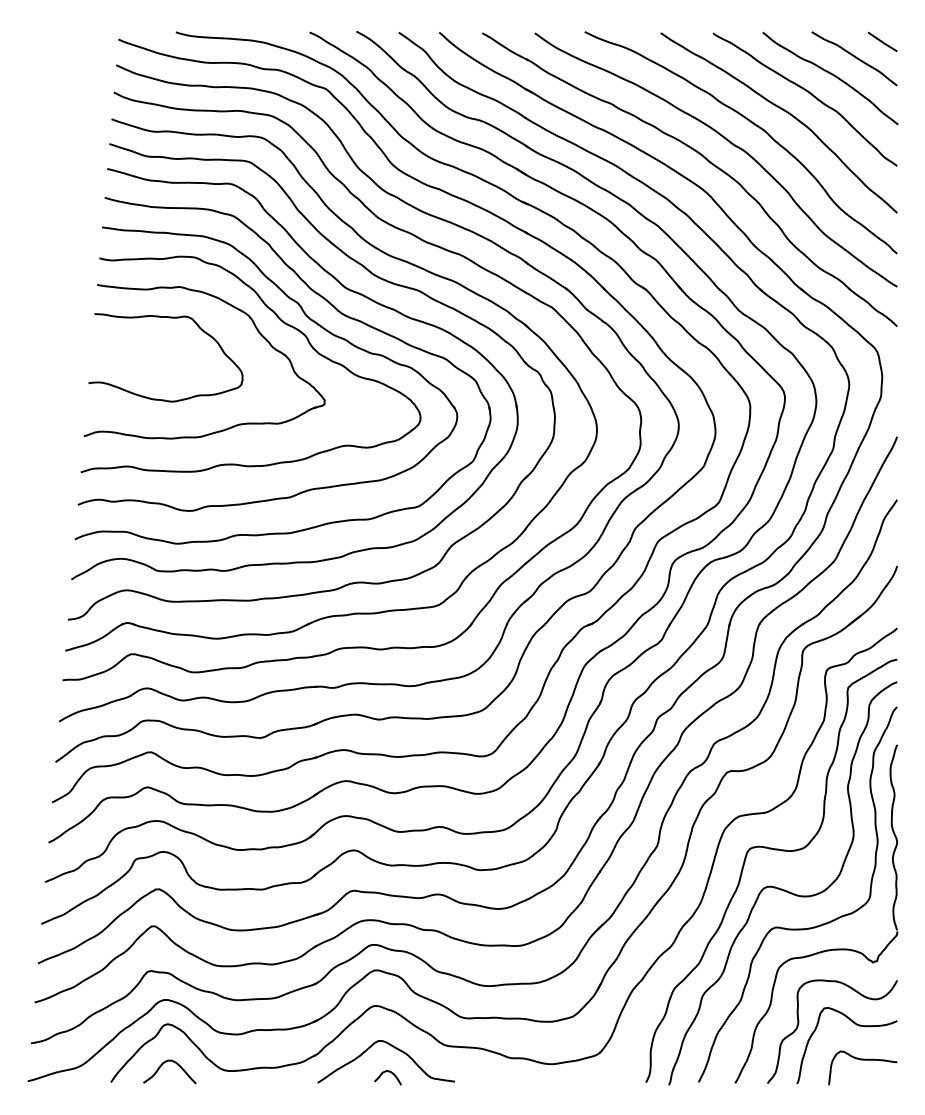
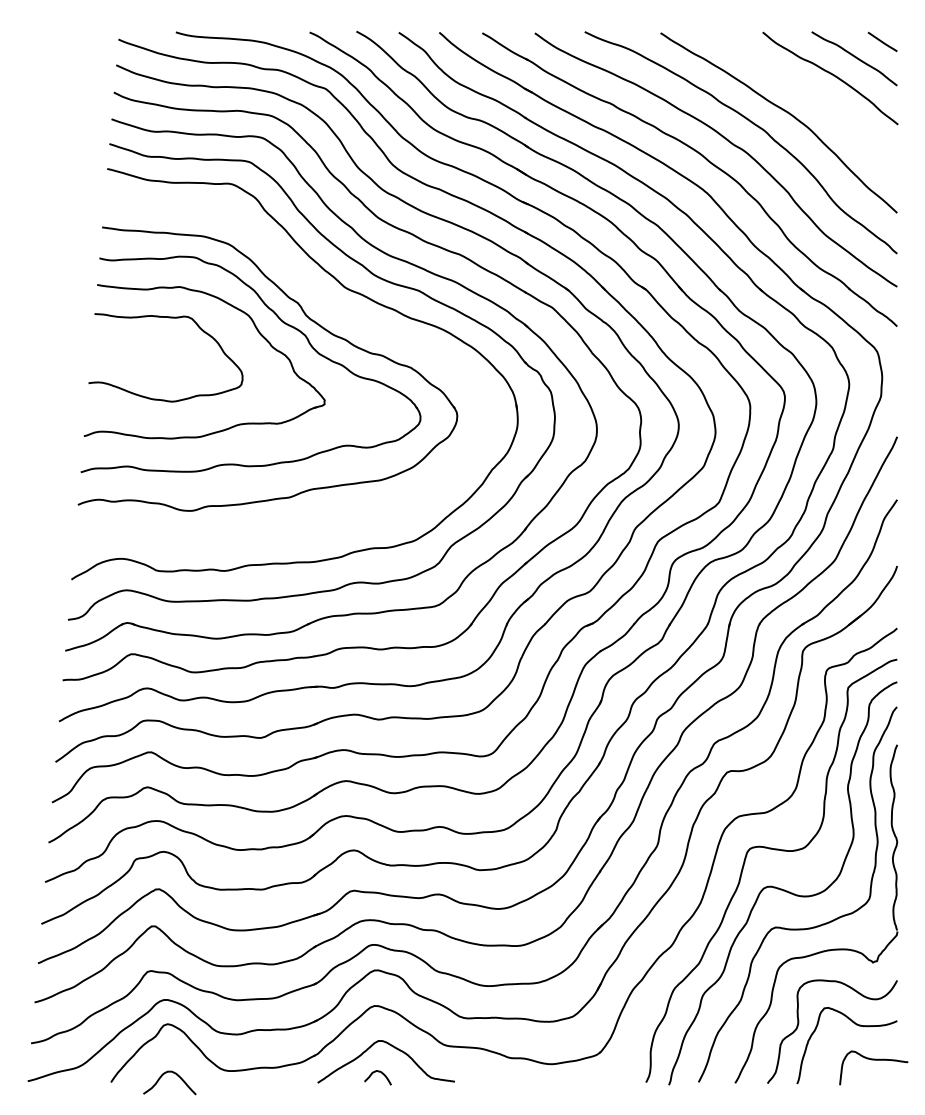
curve at (808, 93): present -> none
part at (338, 312): present -> none
curve at (862, 1060) position: (862, 1060) -> (873, 1060)
curve at (163, 1064) position: (163, 1064) -> (163, 1075)
curve at (388, 1072) position: (388, 1072) -> (378, 1072)
